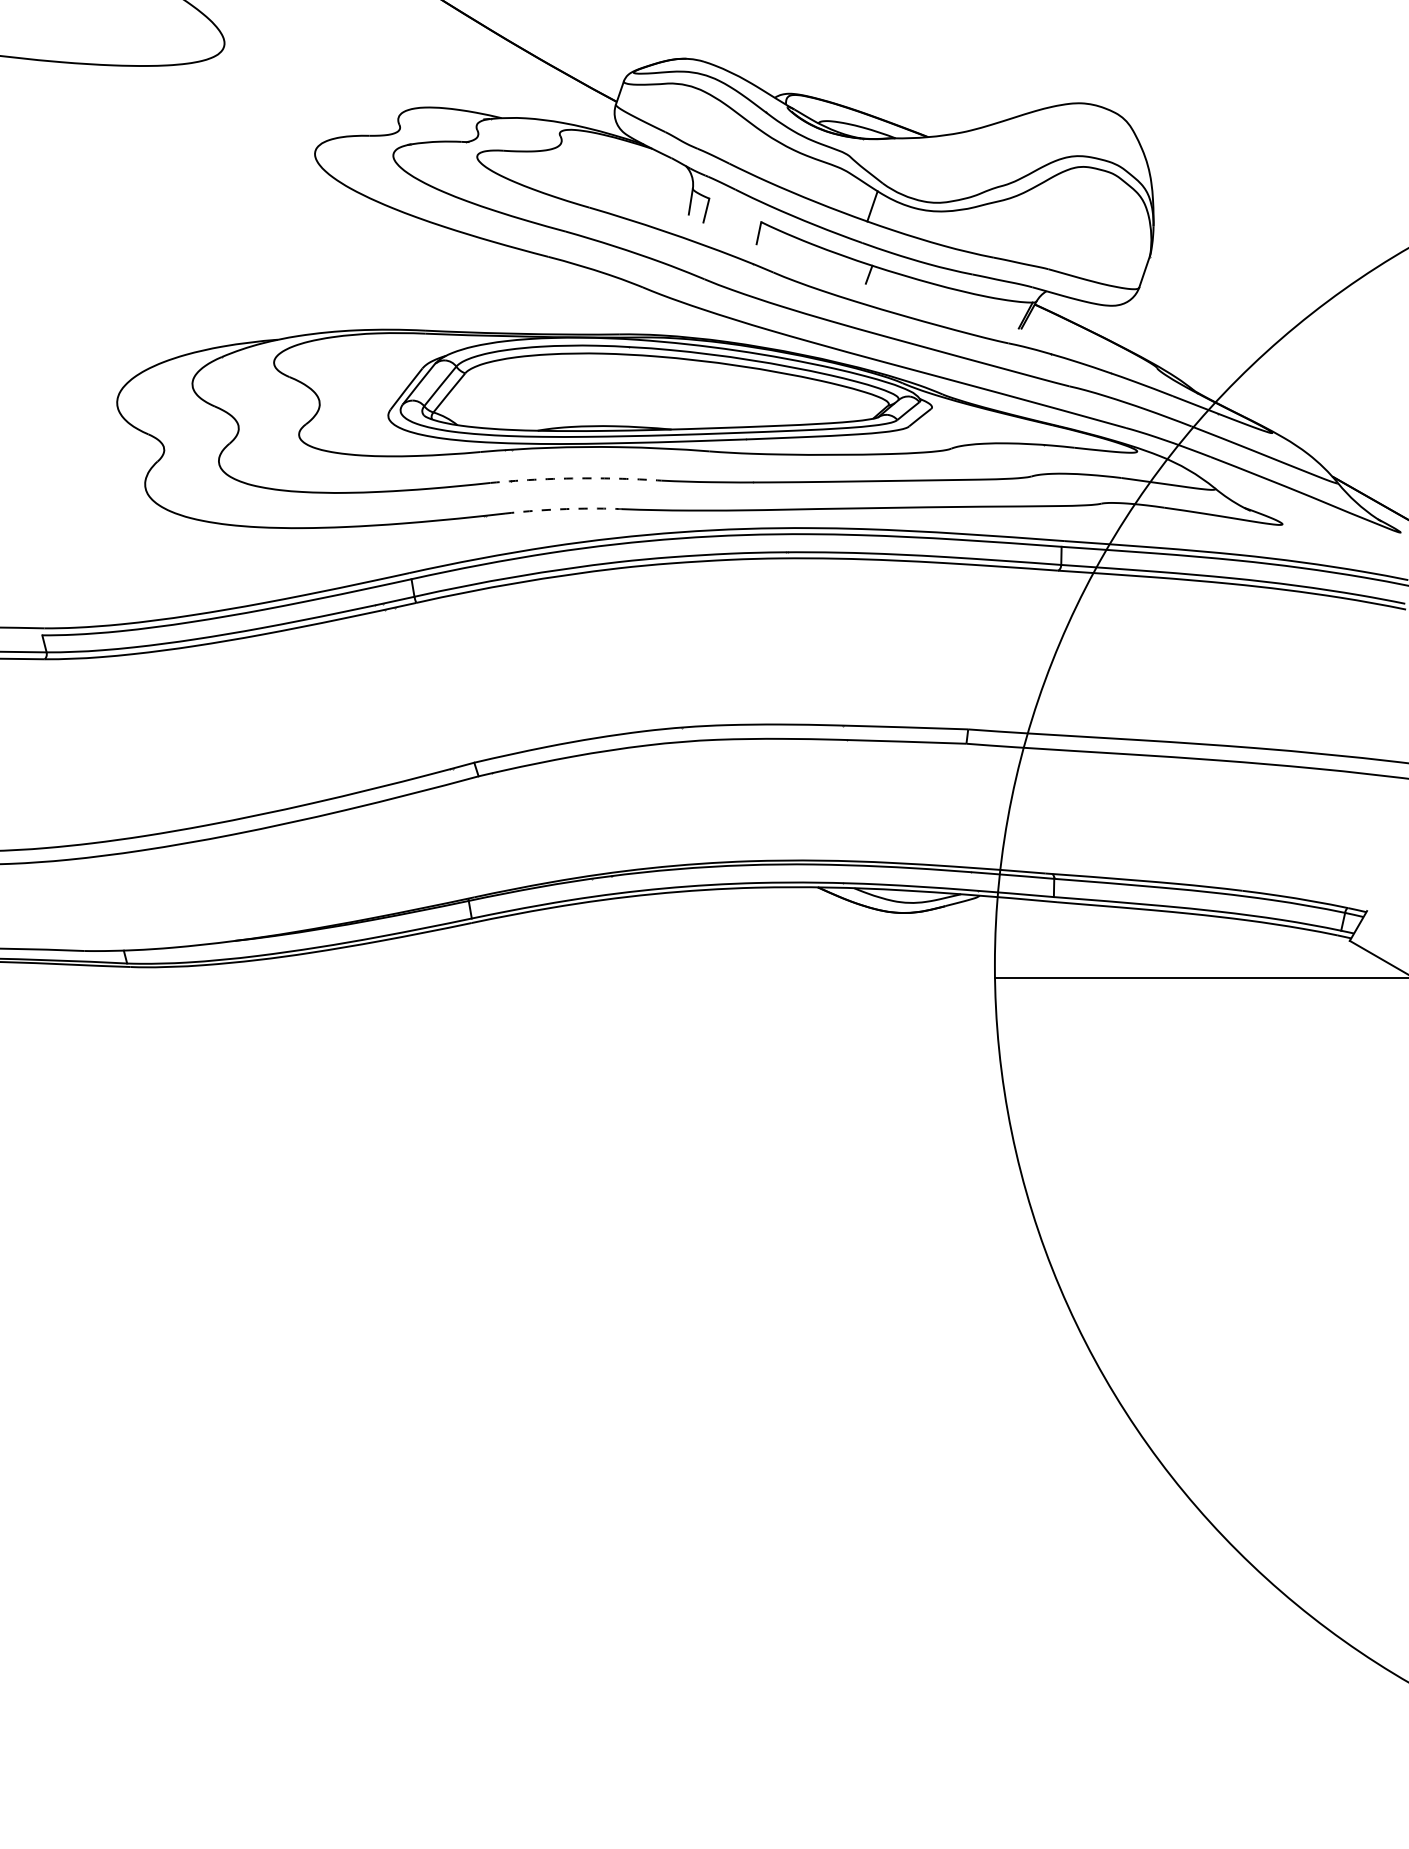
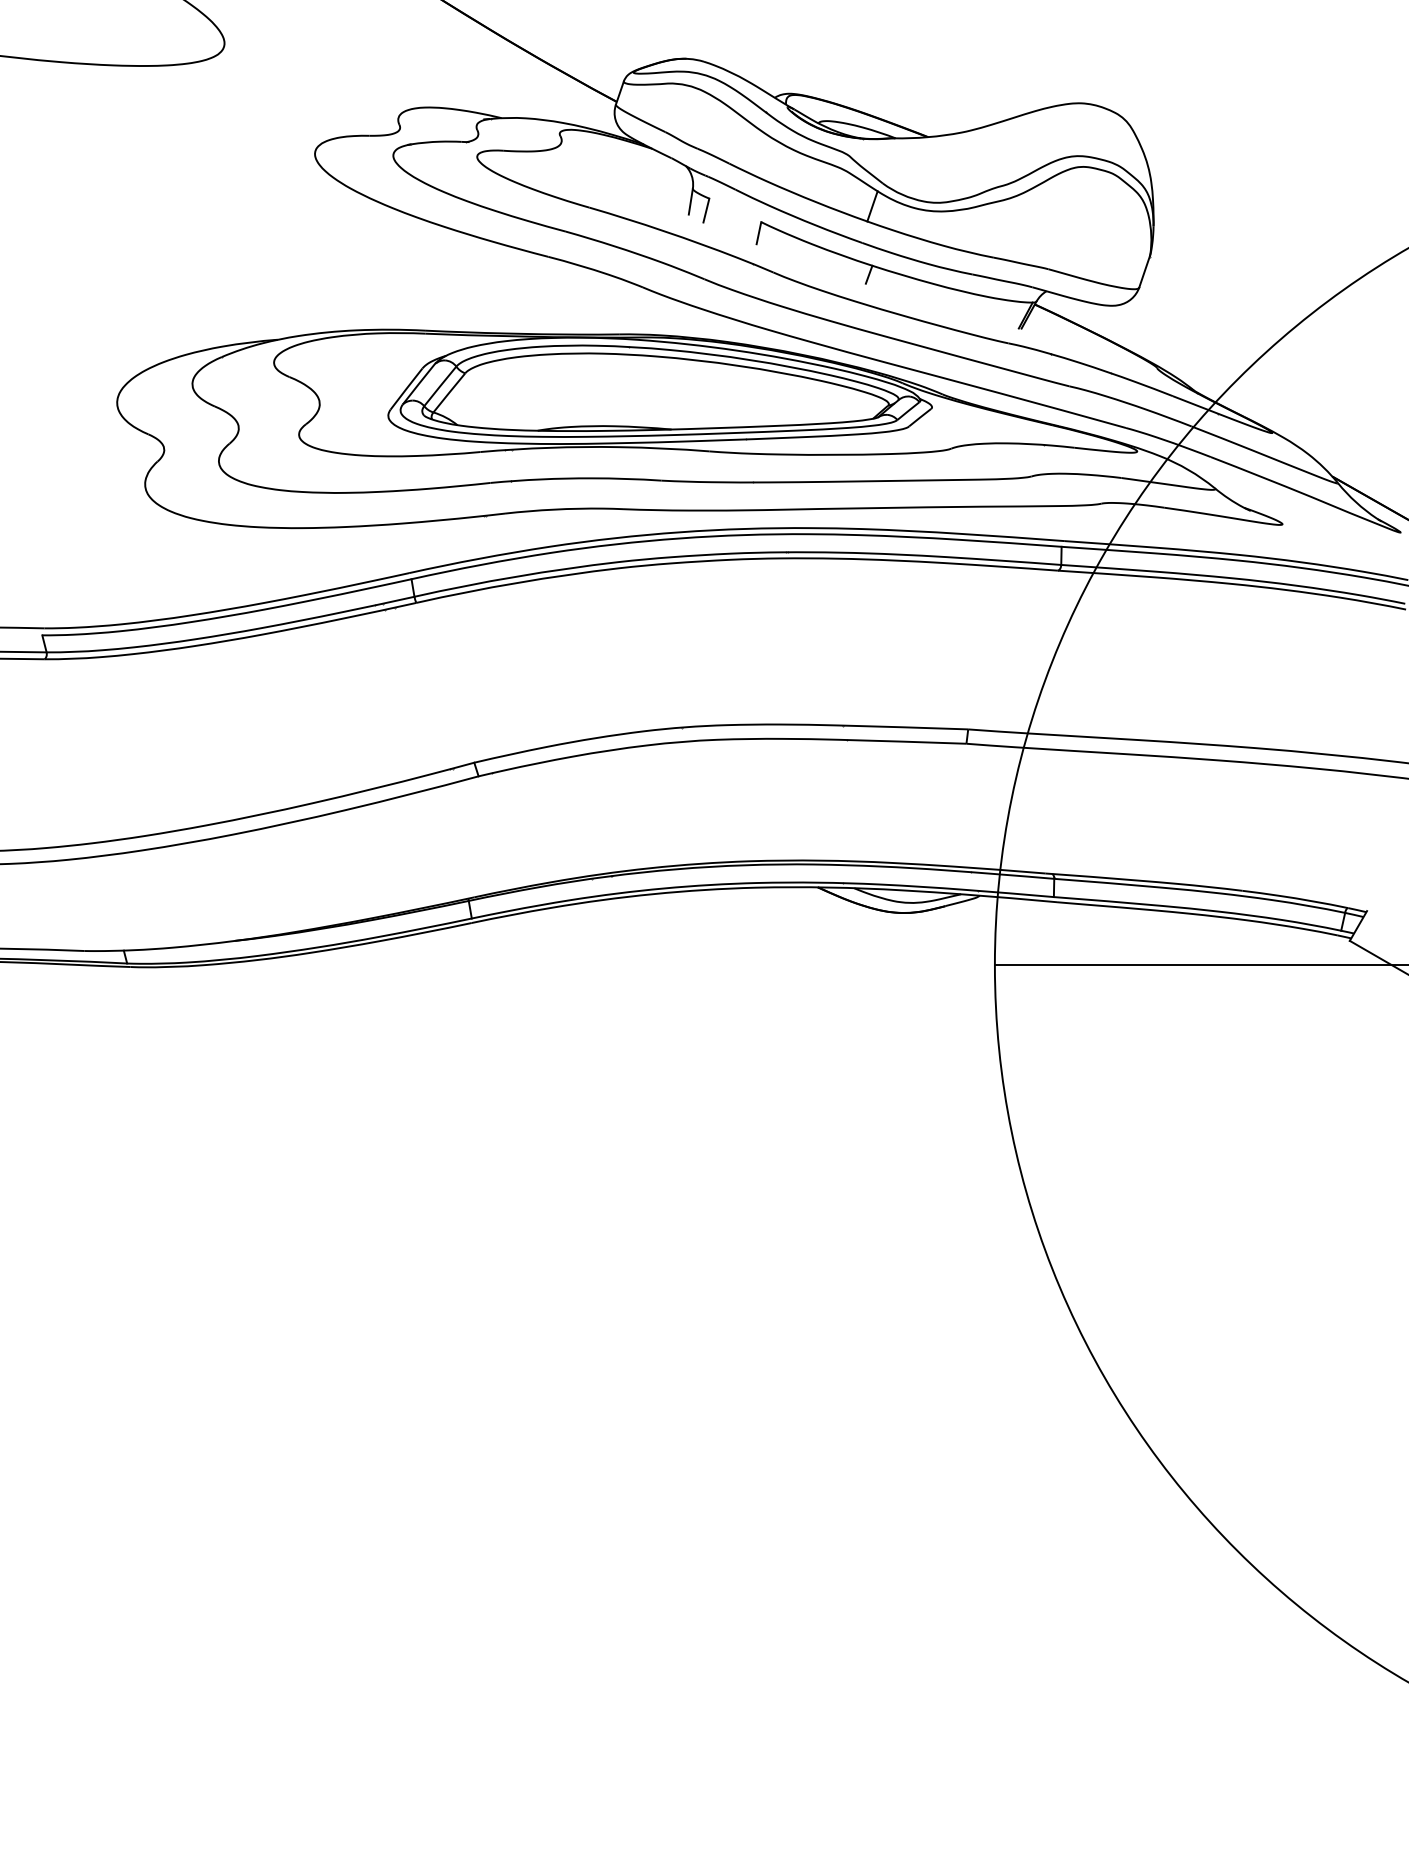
line at (576, 478): dashed -> solid
line at (565, 509): dashed -> solid
line at (1199, 978) position: (1199, 978) -> (1199, 965)
